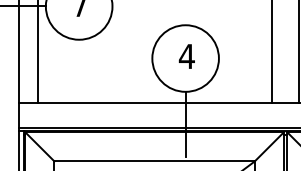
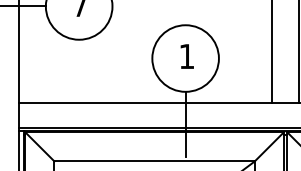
line at (37, 52): present -> none
text at (186, 56): 4 -> 1
